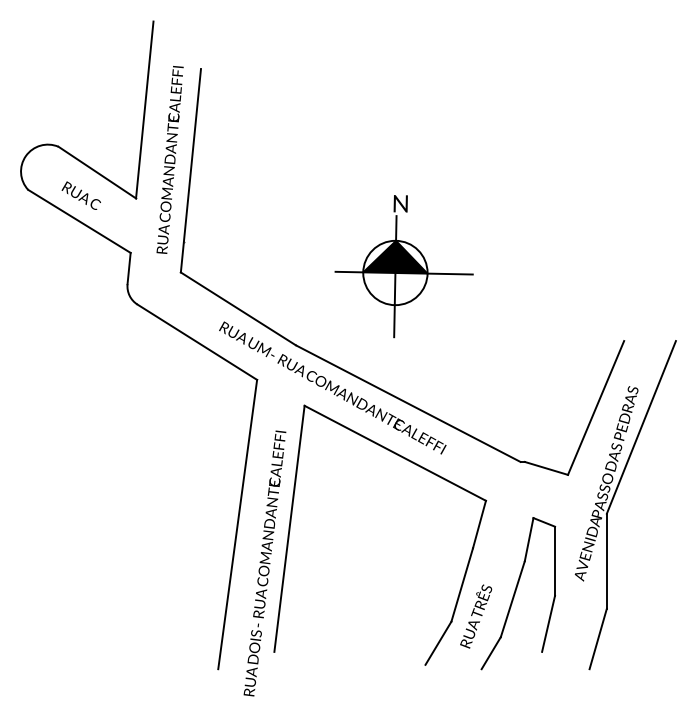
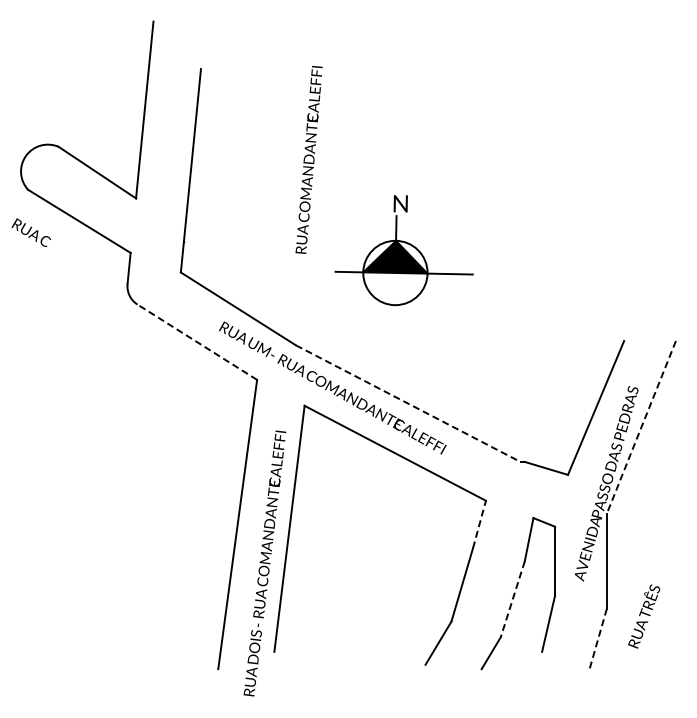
text at (169, 159) position: (169, 159) -> (308, 159)
text at (80, 195) position: (80, 195) -> (30, 232)
line at (394, 305): present -> none
line at (197, 342): solid -> dashed
line at (408, 403): solid -> dashed
line at (641, 427): solid -> dashed
line at (479, 524): solid -> dashed
line at (512, 599): solid -> dashed
text at (476, 616) position: (476, 616) -> (644, 616)
line at (598, 639): solid -> dashed
